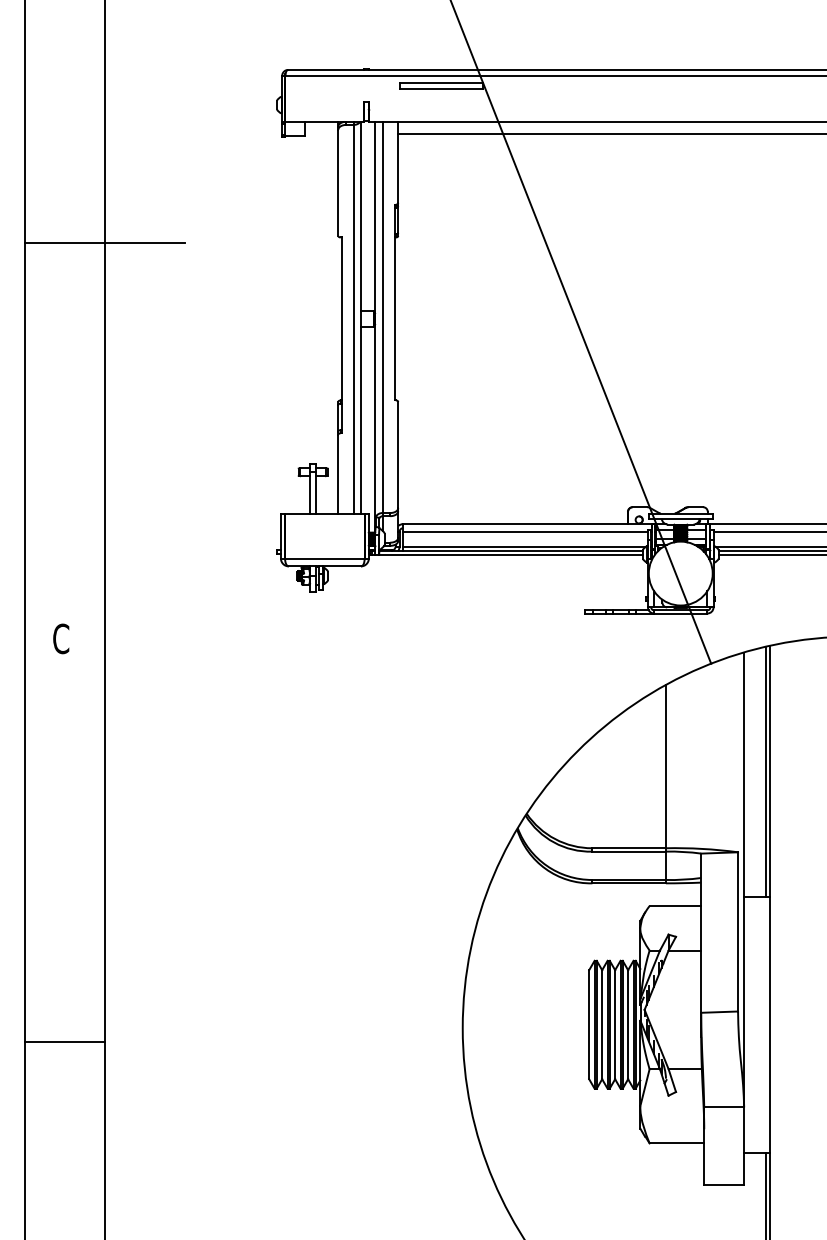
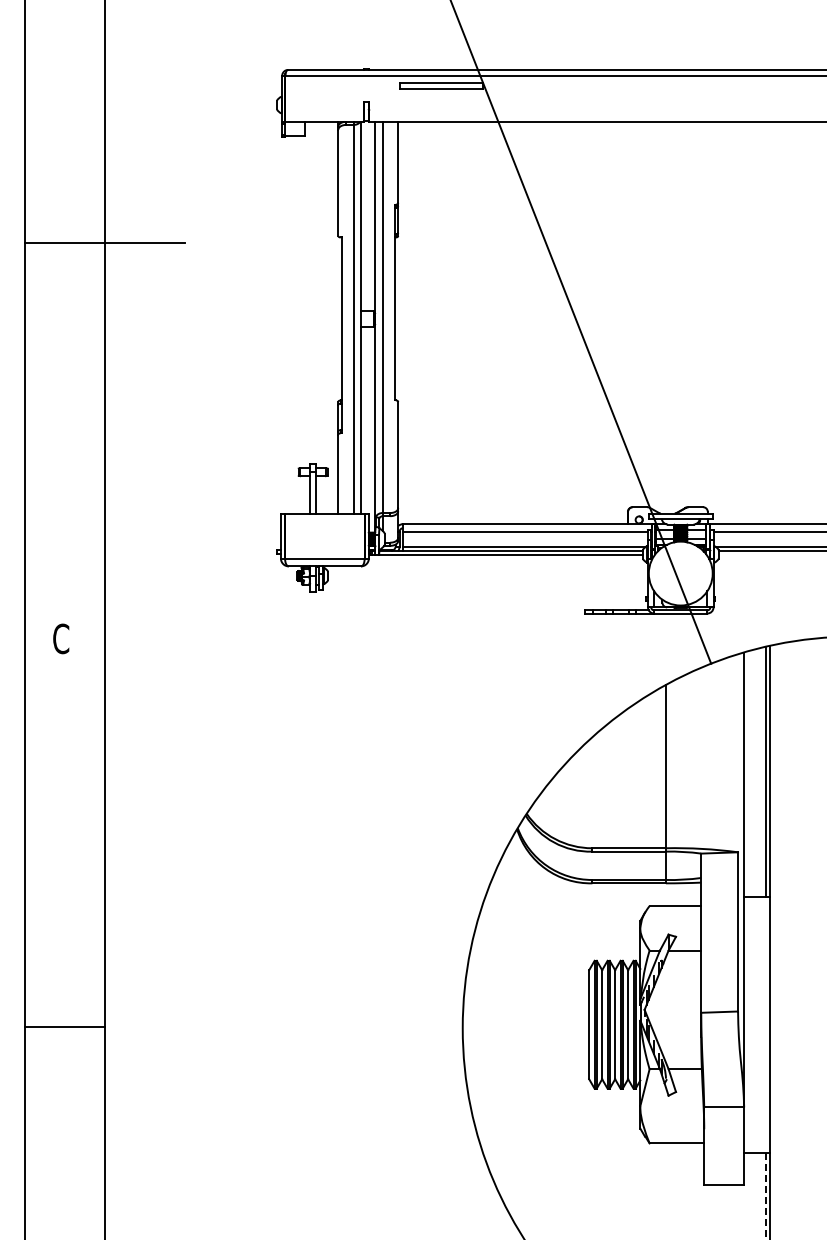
line at (610, 134): present -> none
line at (770, 555): present -> none
line at (64, 1042) position: (64, 1042) -> (64, 1027)
line at (765, 1196): solid -> dashed
